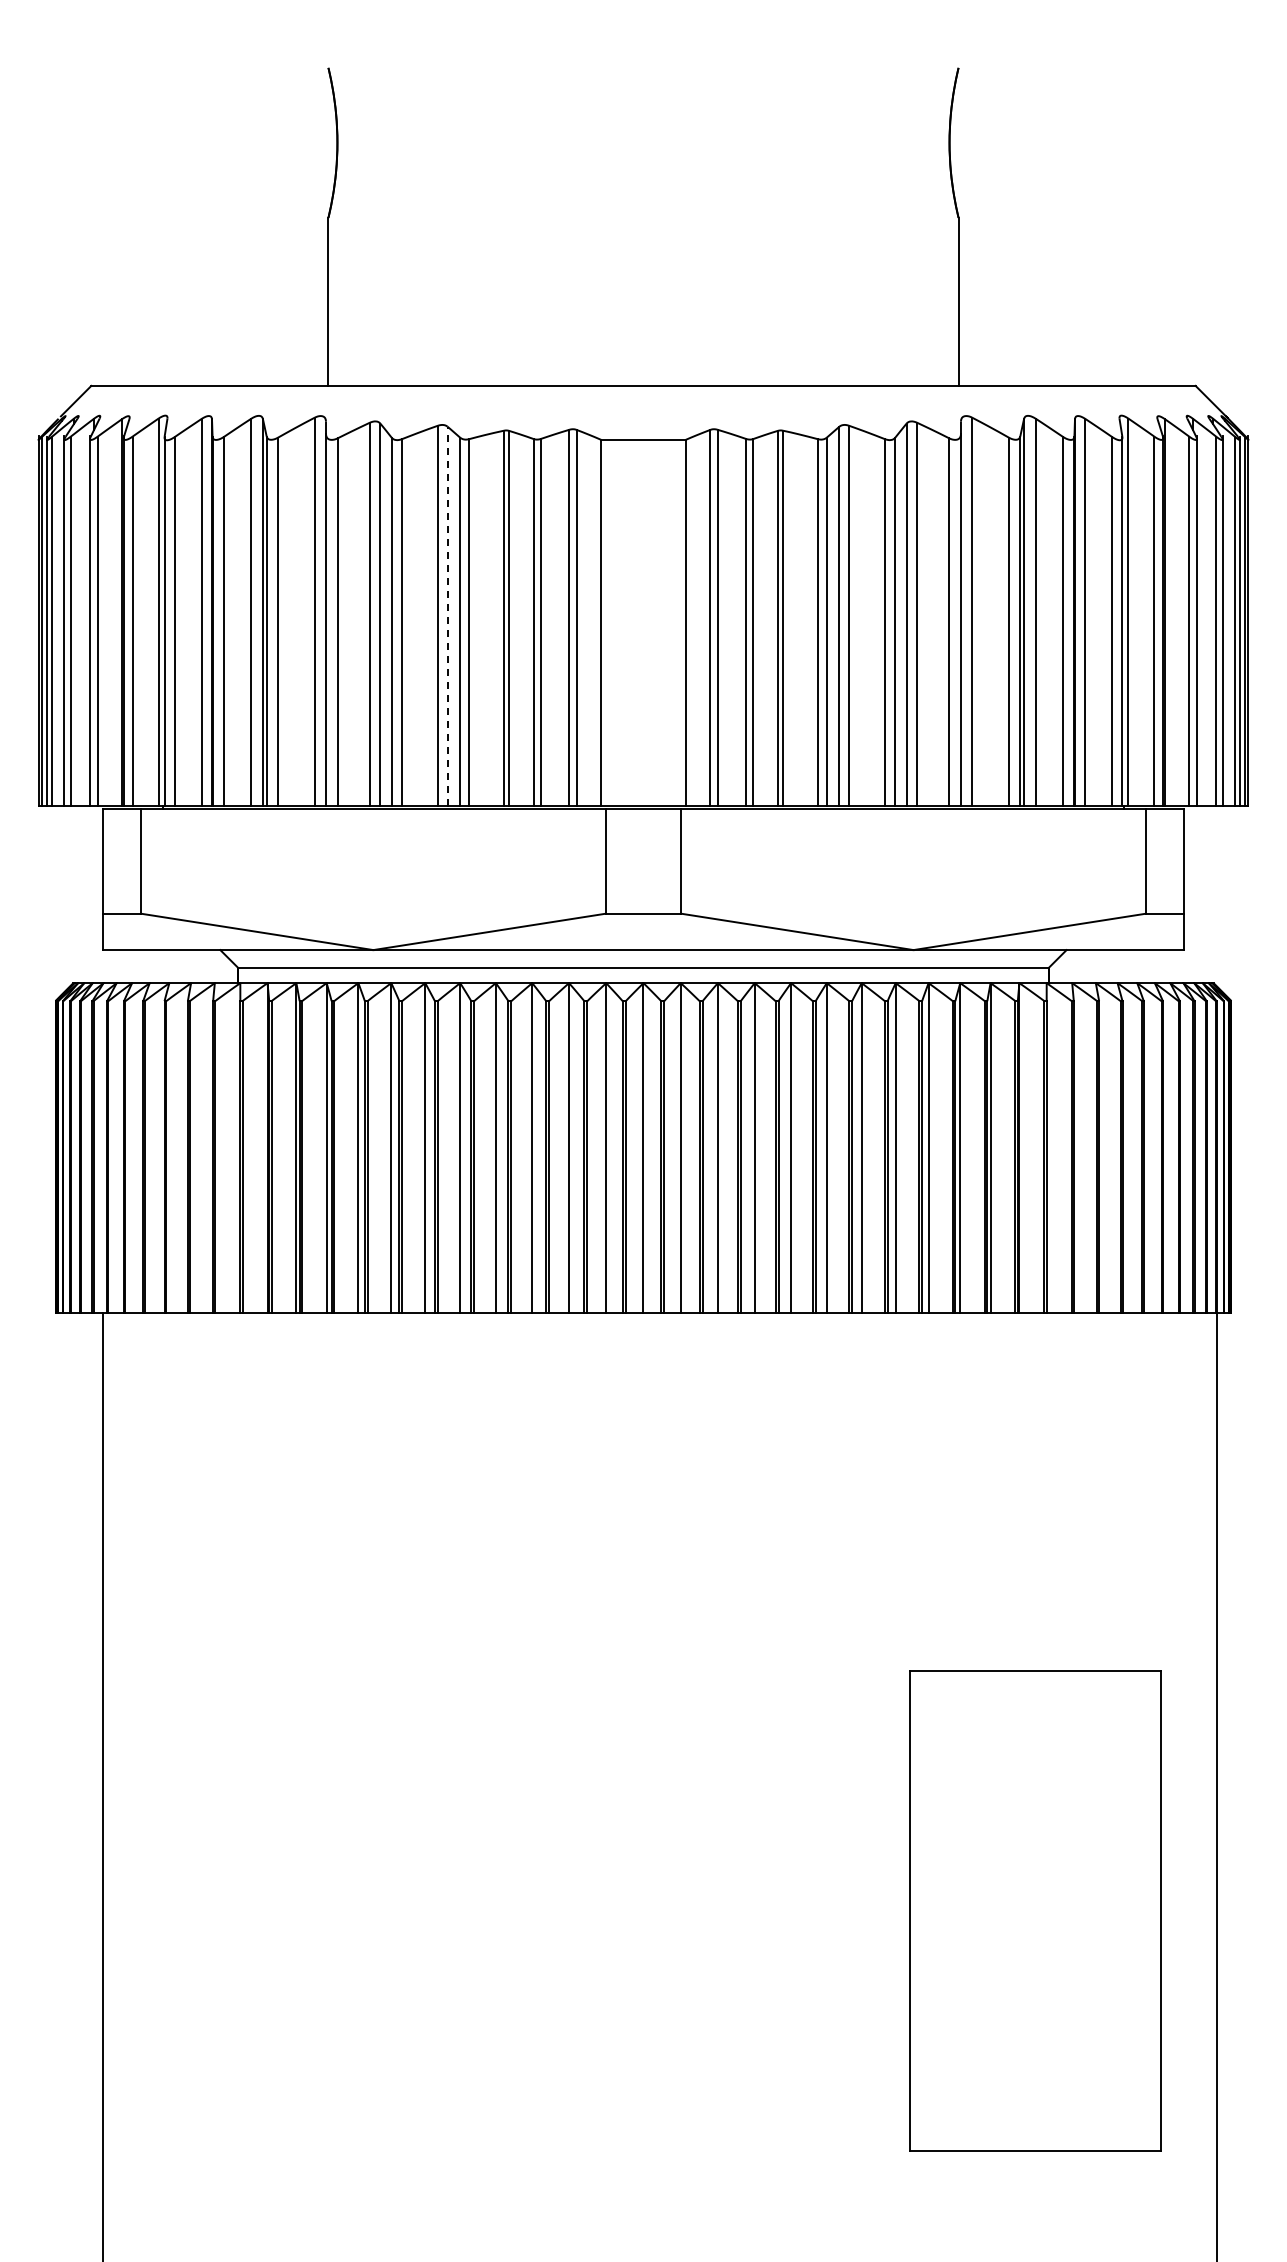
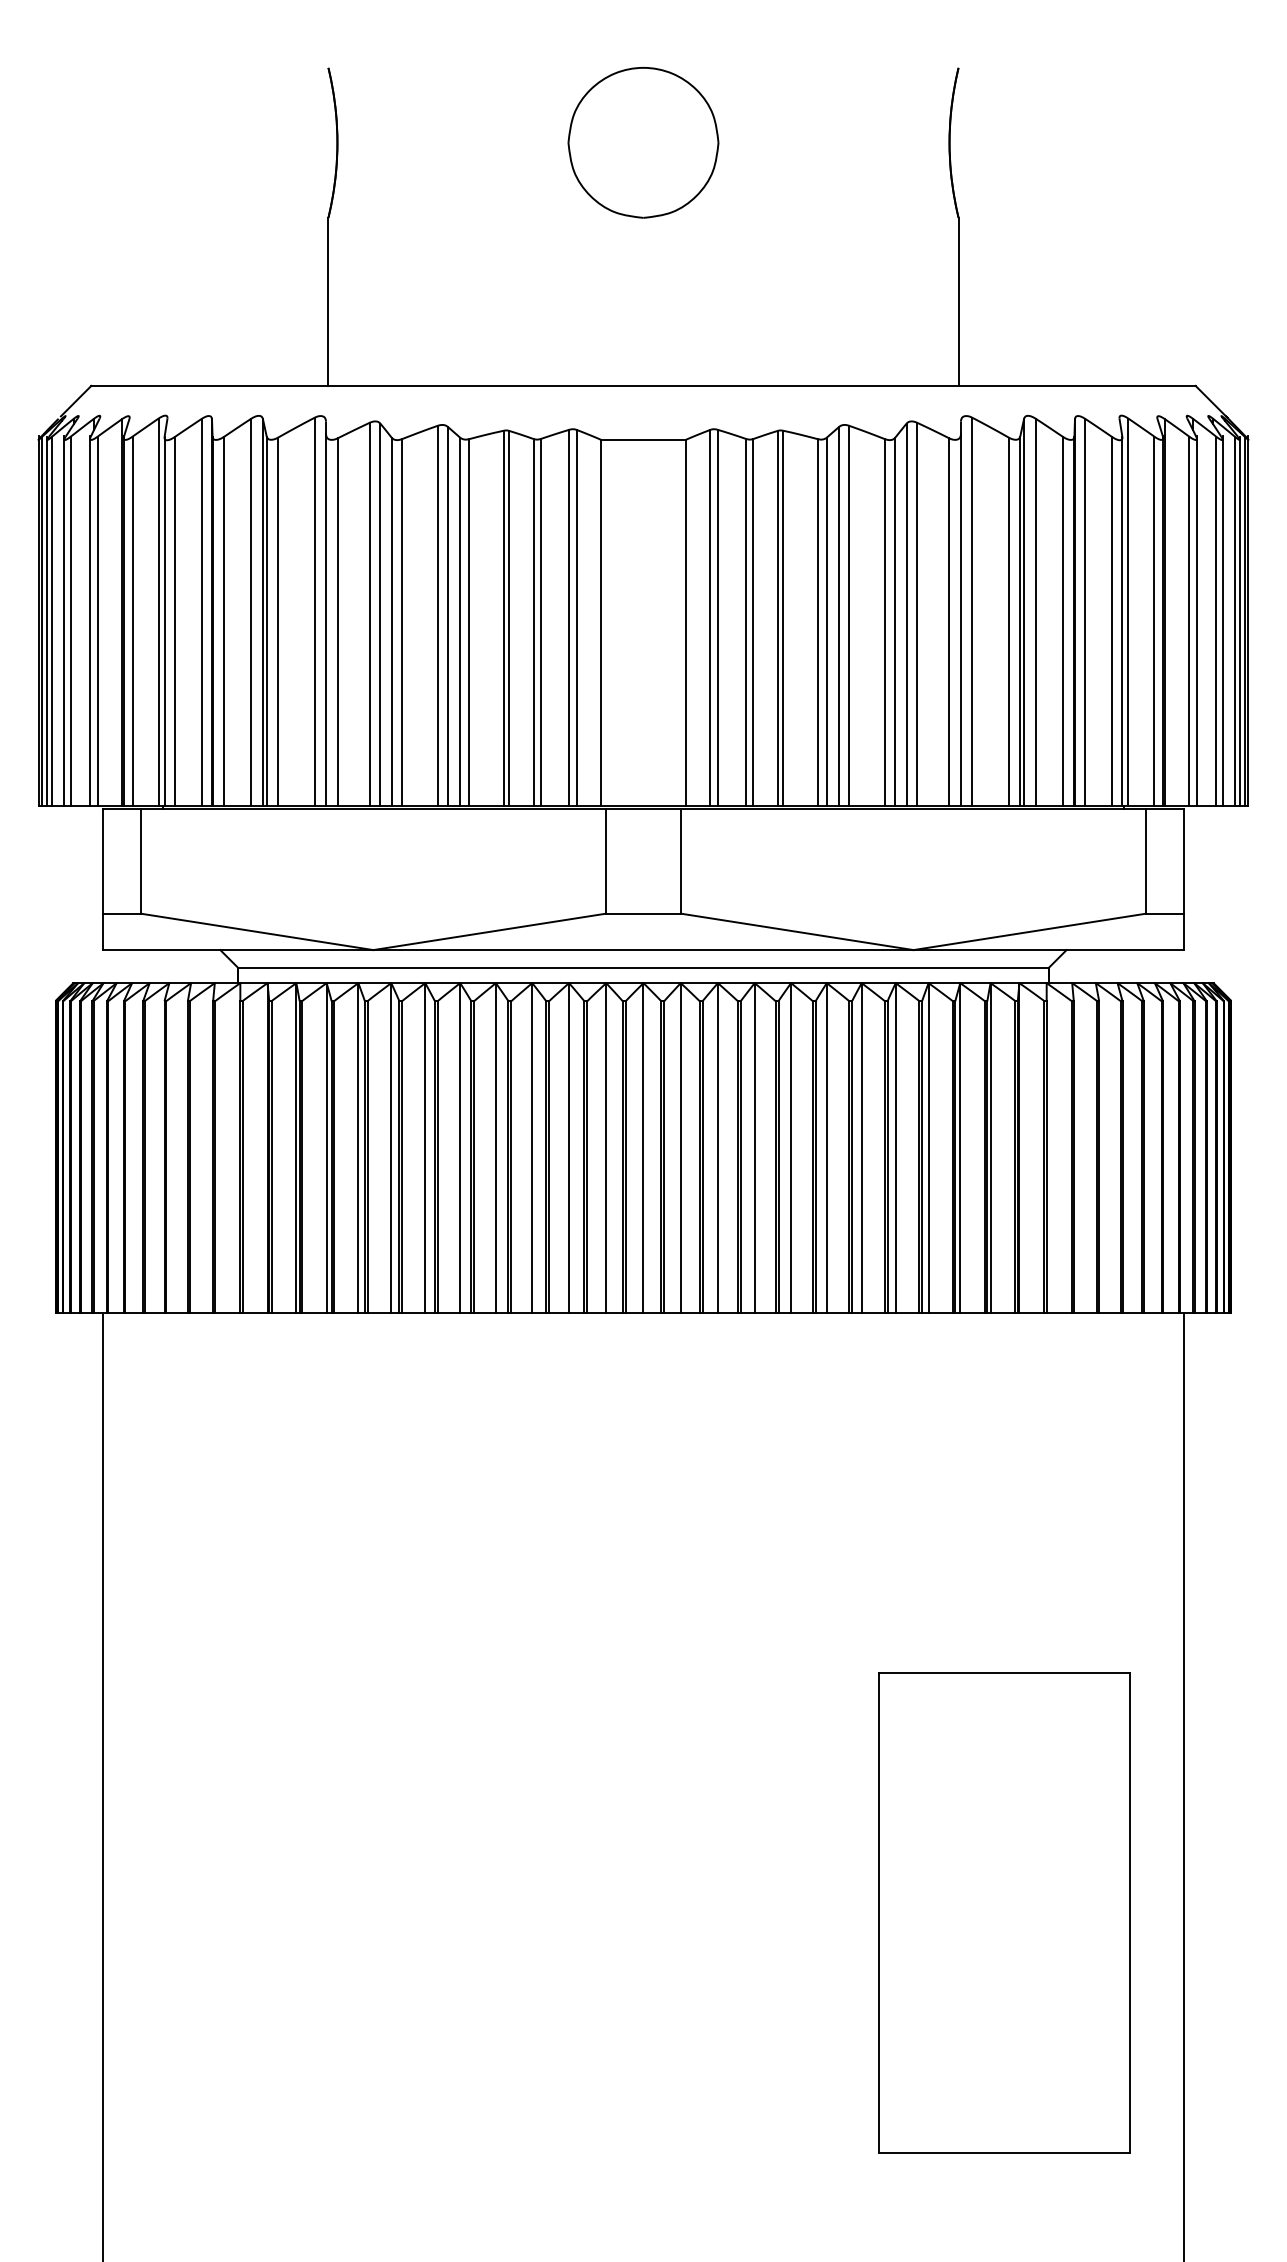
part at (643, 142): none -> present
line at (447, 616): dashed -> solid
line at (1216, 1785) position: (1216, 1785) -> (1183, 1785)
part at (1035, 1910) position: (1035, 1910) -> (1004, 1912)
